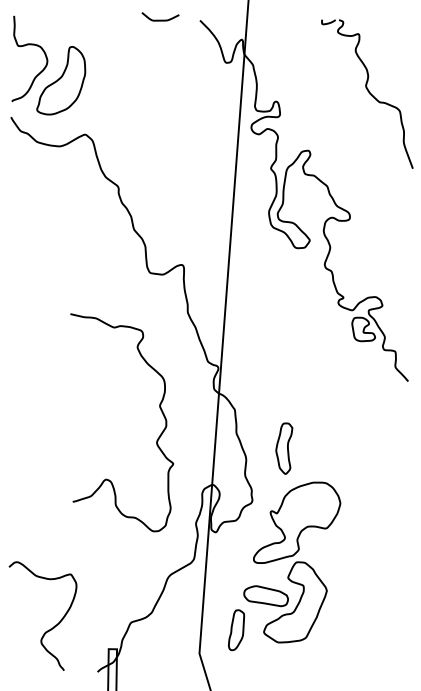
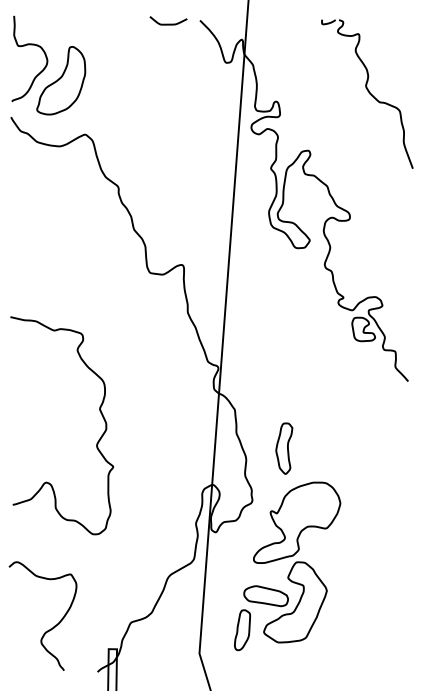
curve at (160, 19) position: (160, 19) -> (168, 23)
curve at (156, 440) position: (156, 440) -> (96, 443)
part at (236, 630) position: (236, 630) -> (242, 630)
